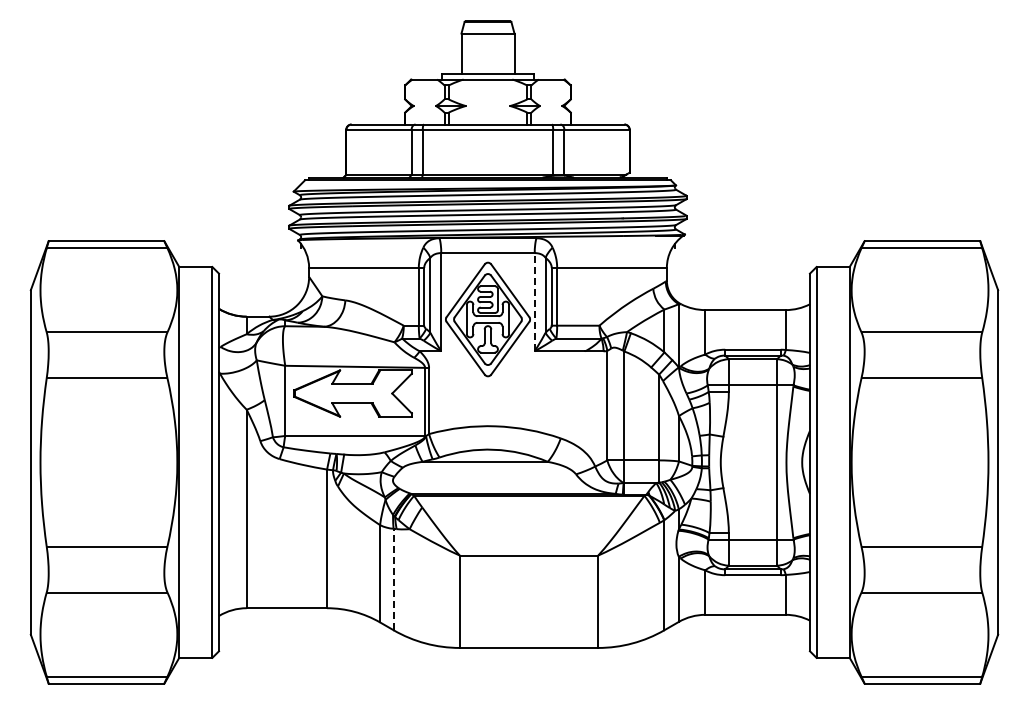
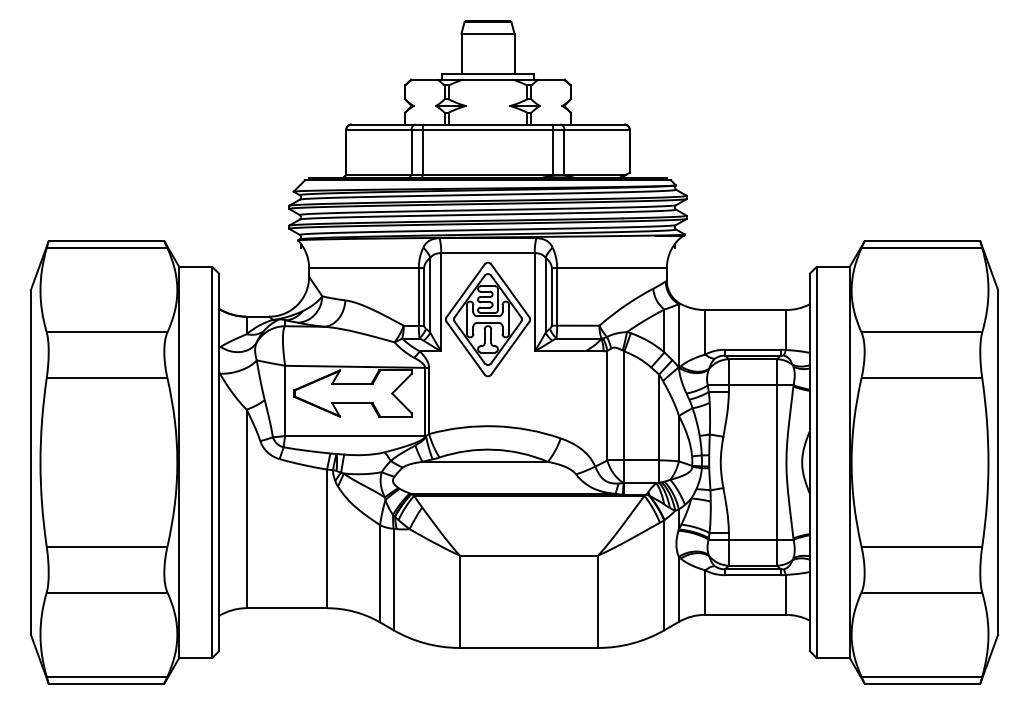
line at (534, 301): dashed -> solid
line at (393, 579): dashed -> solid
